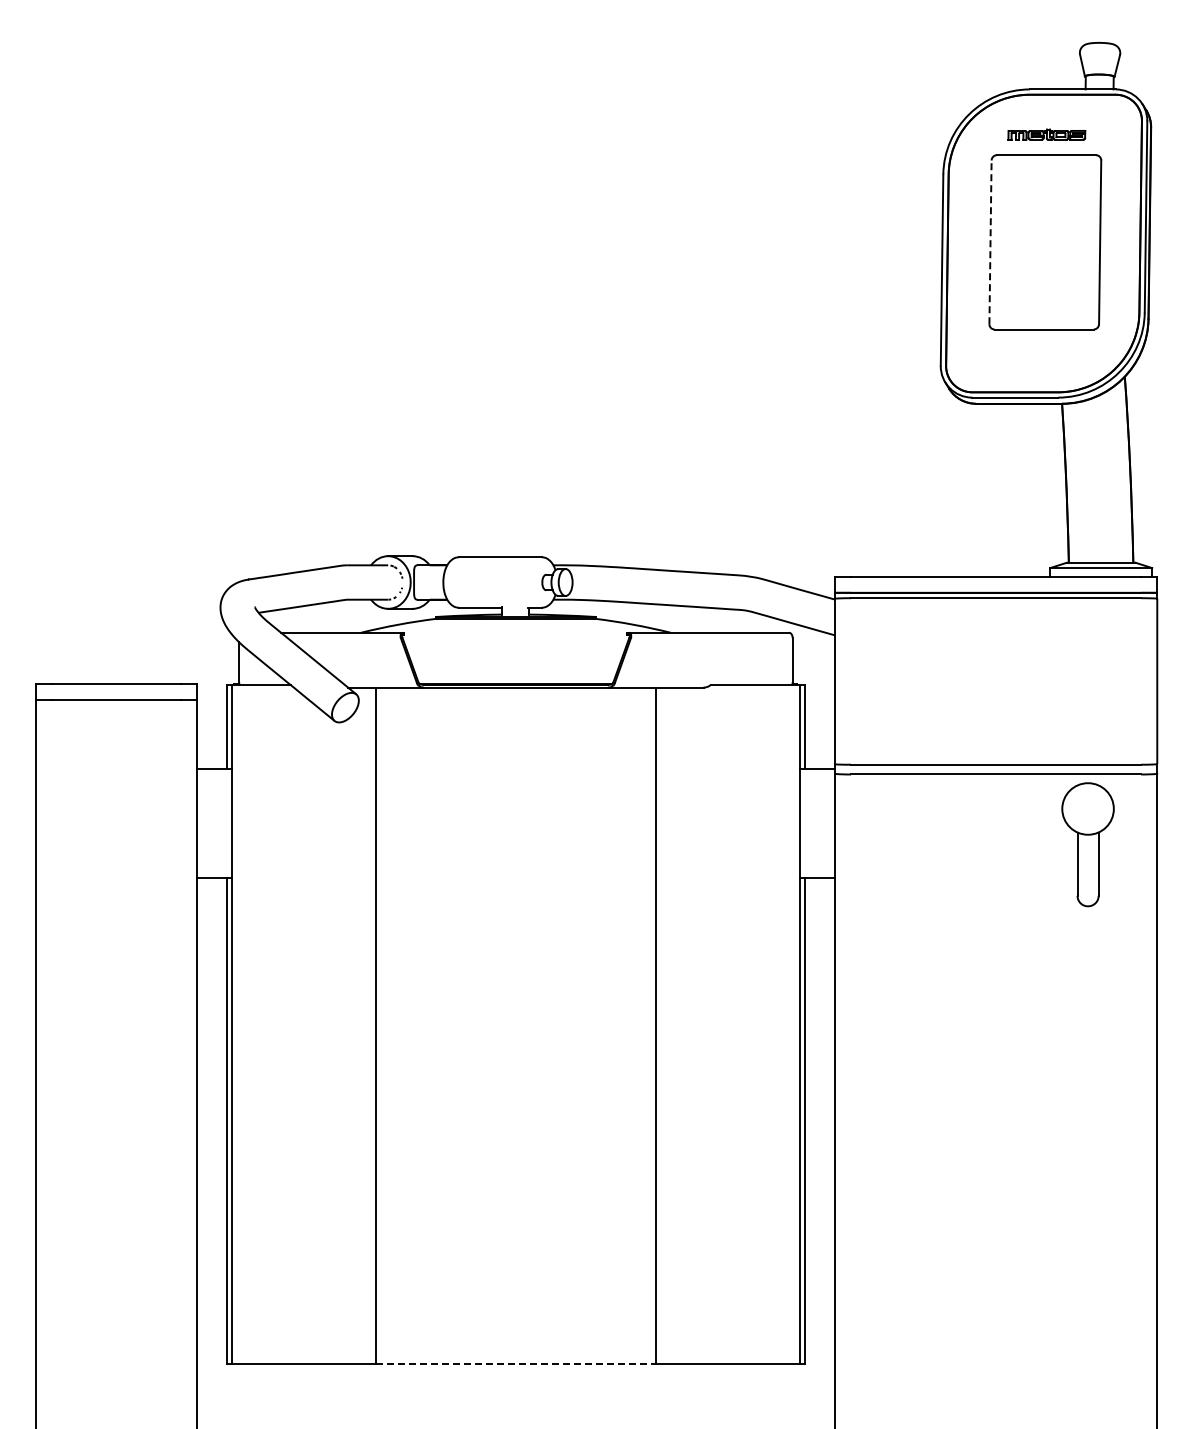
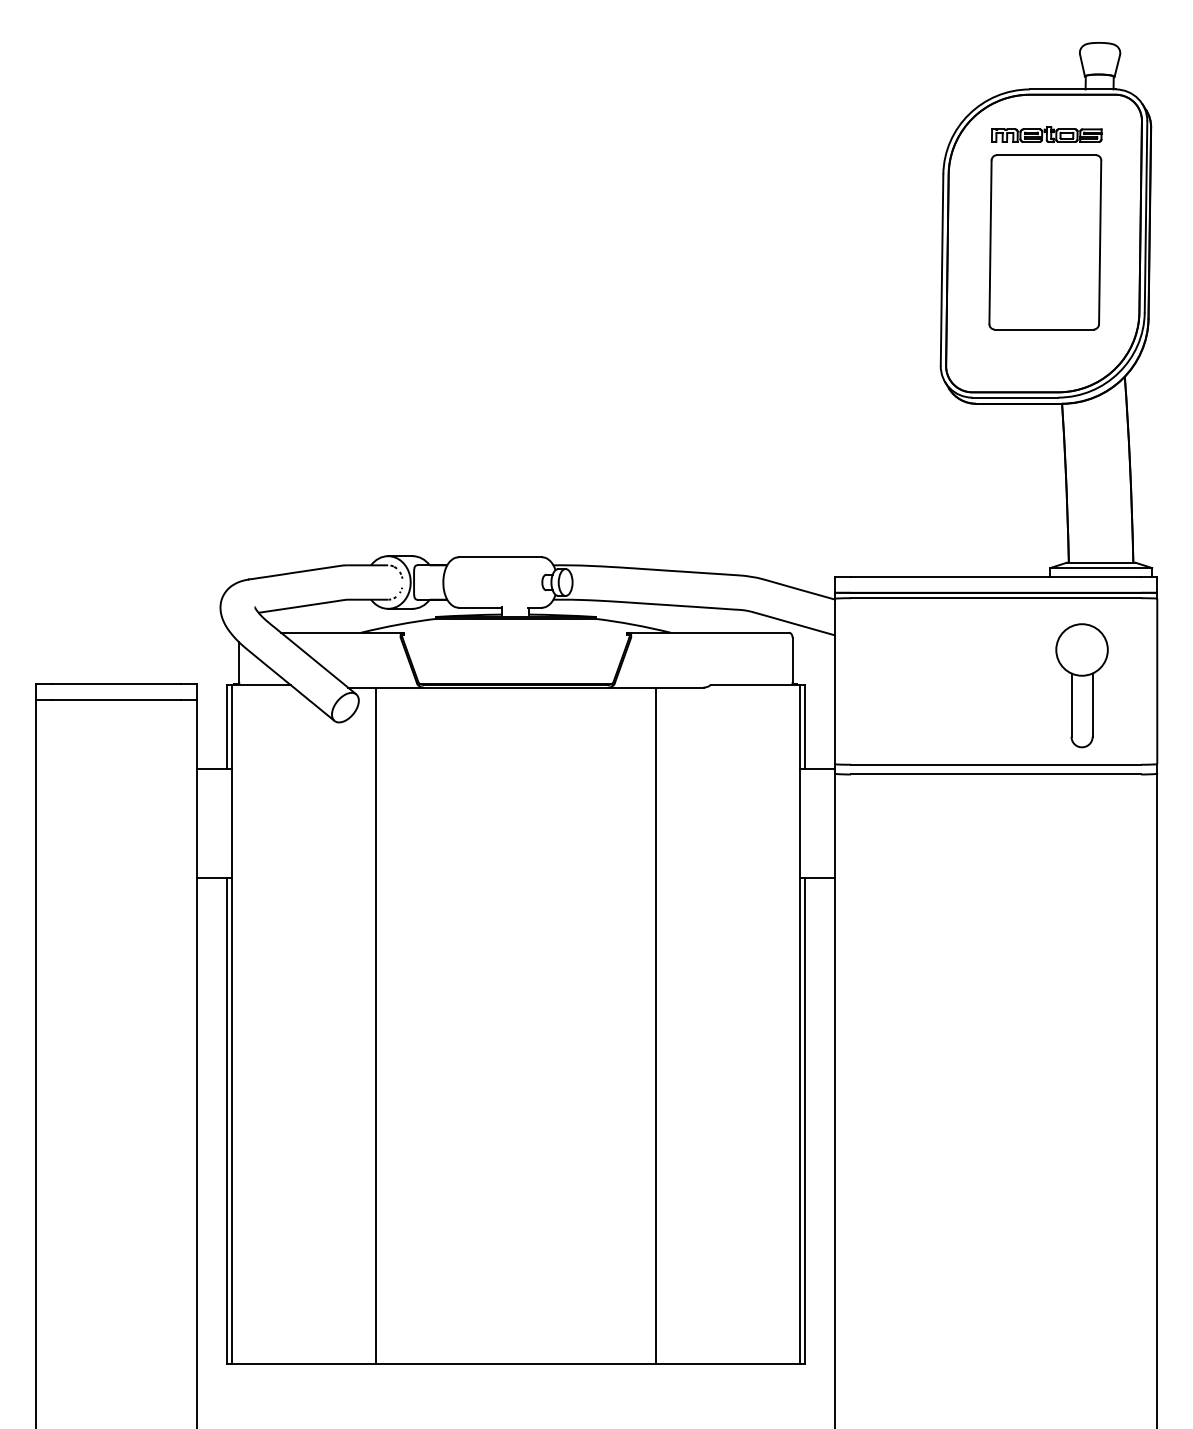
part at (1046, 134) size: 80x13 px -> 112x17 px
line at (990, 242): dashed -> solid
part at (1087, 844) position: (1087, 844) -> (1081, 685)
line at (516, 1363): dashed -> solid
